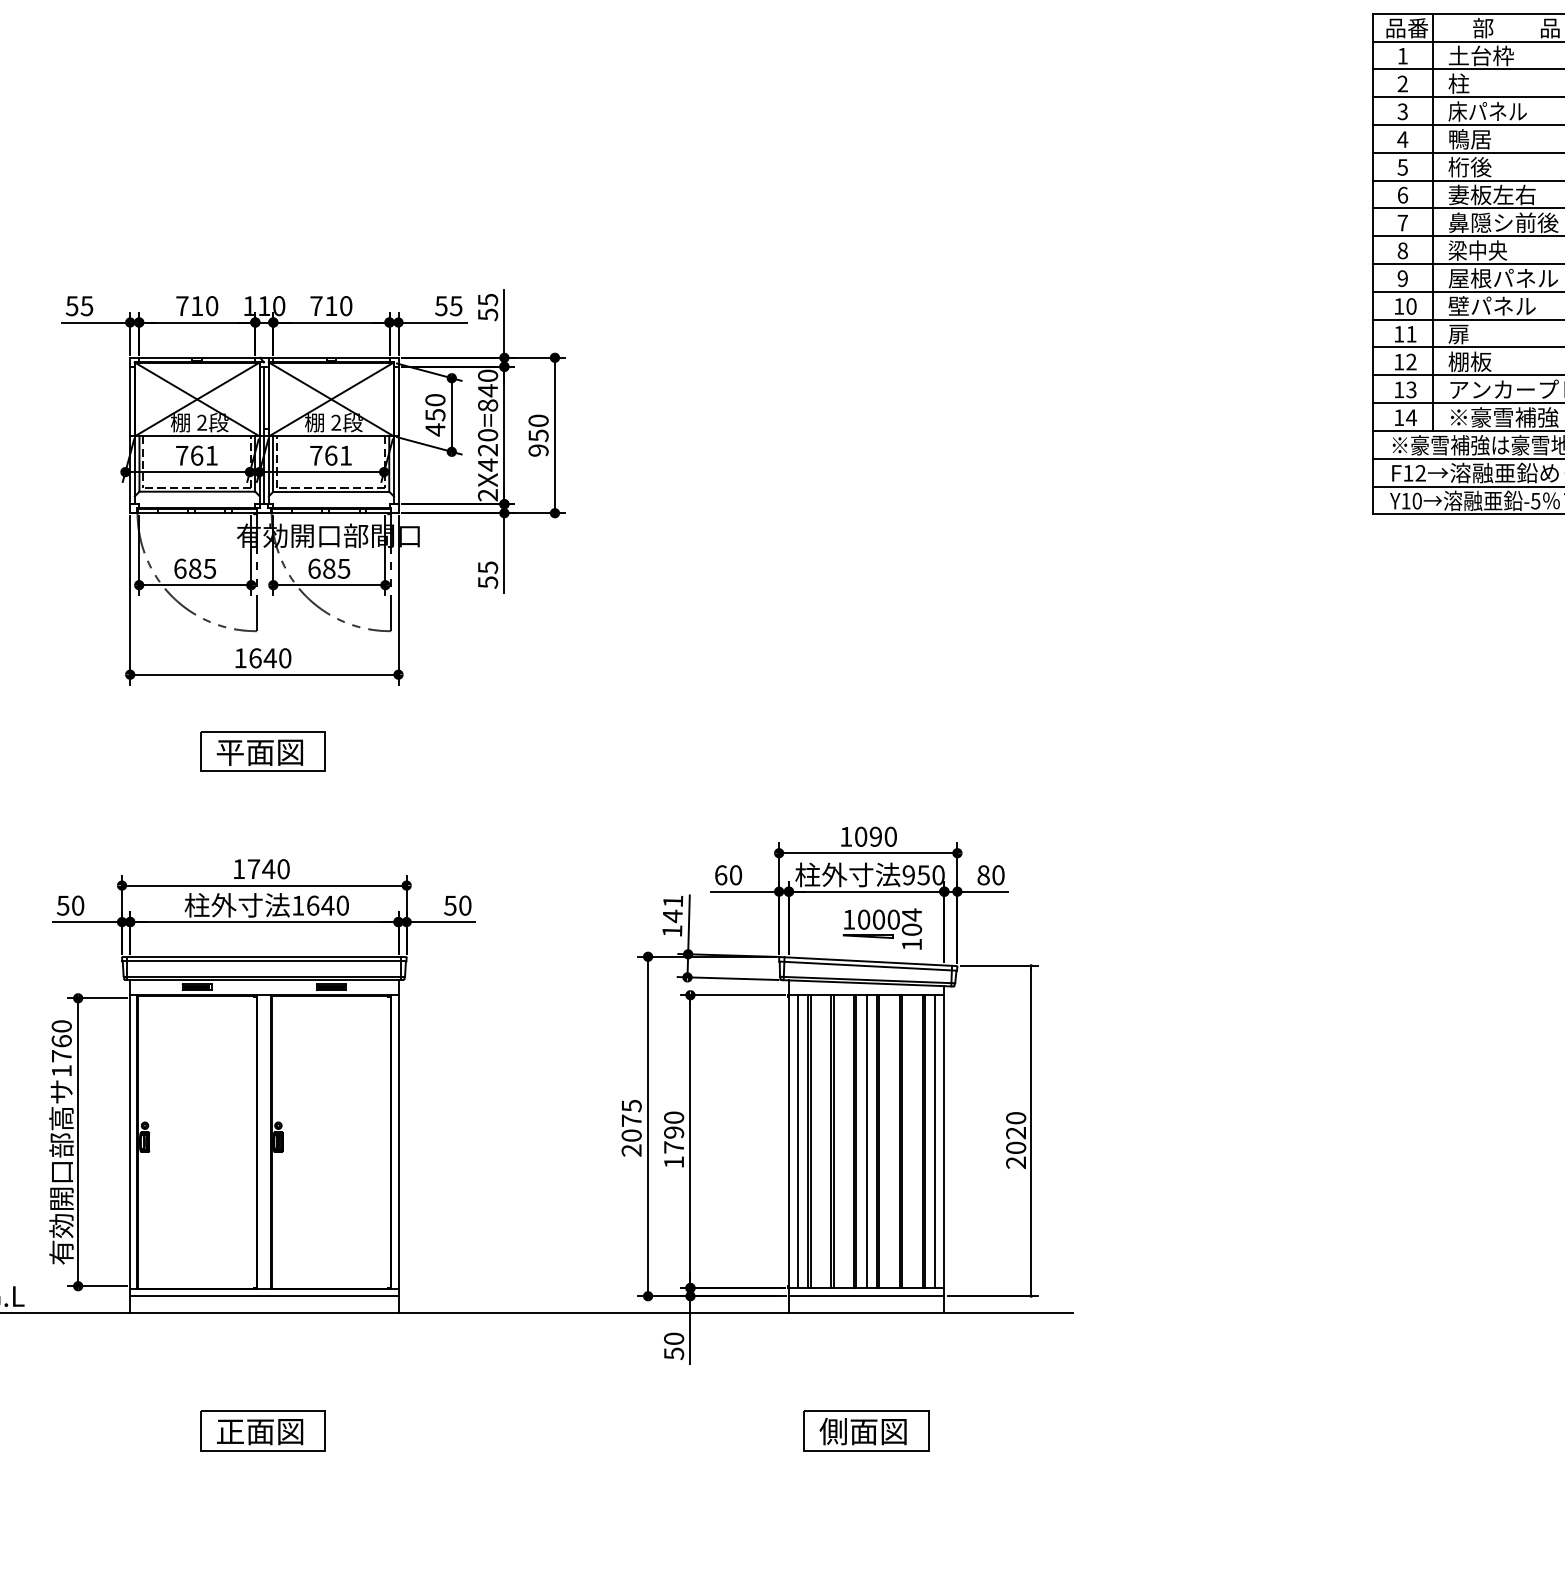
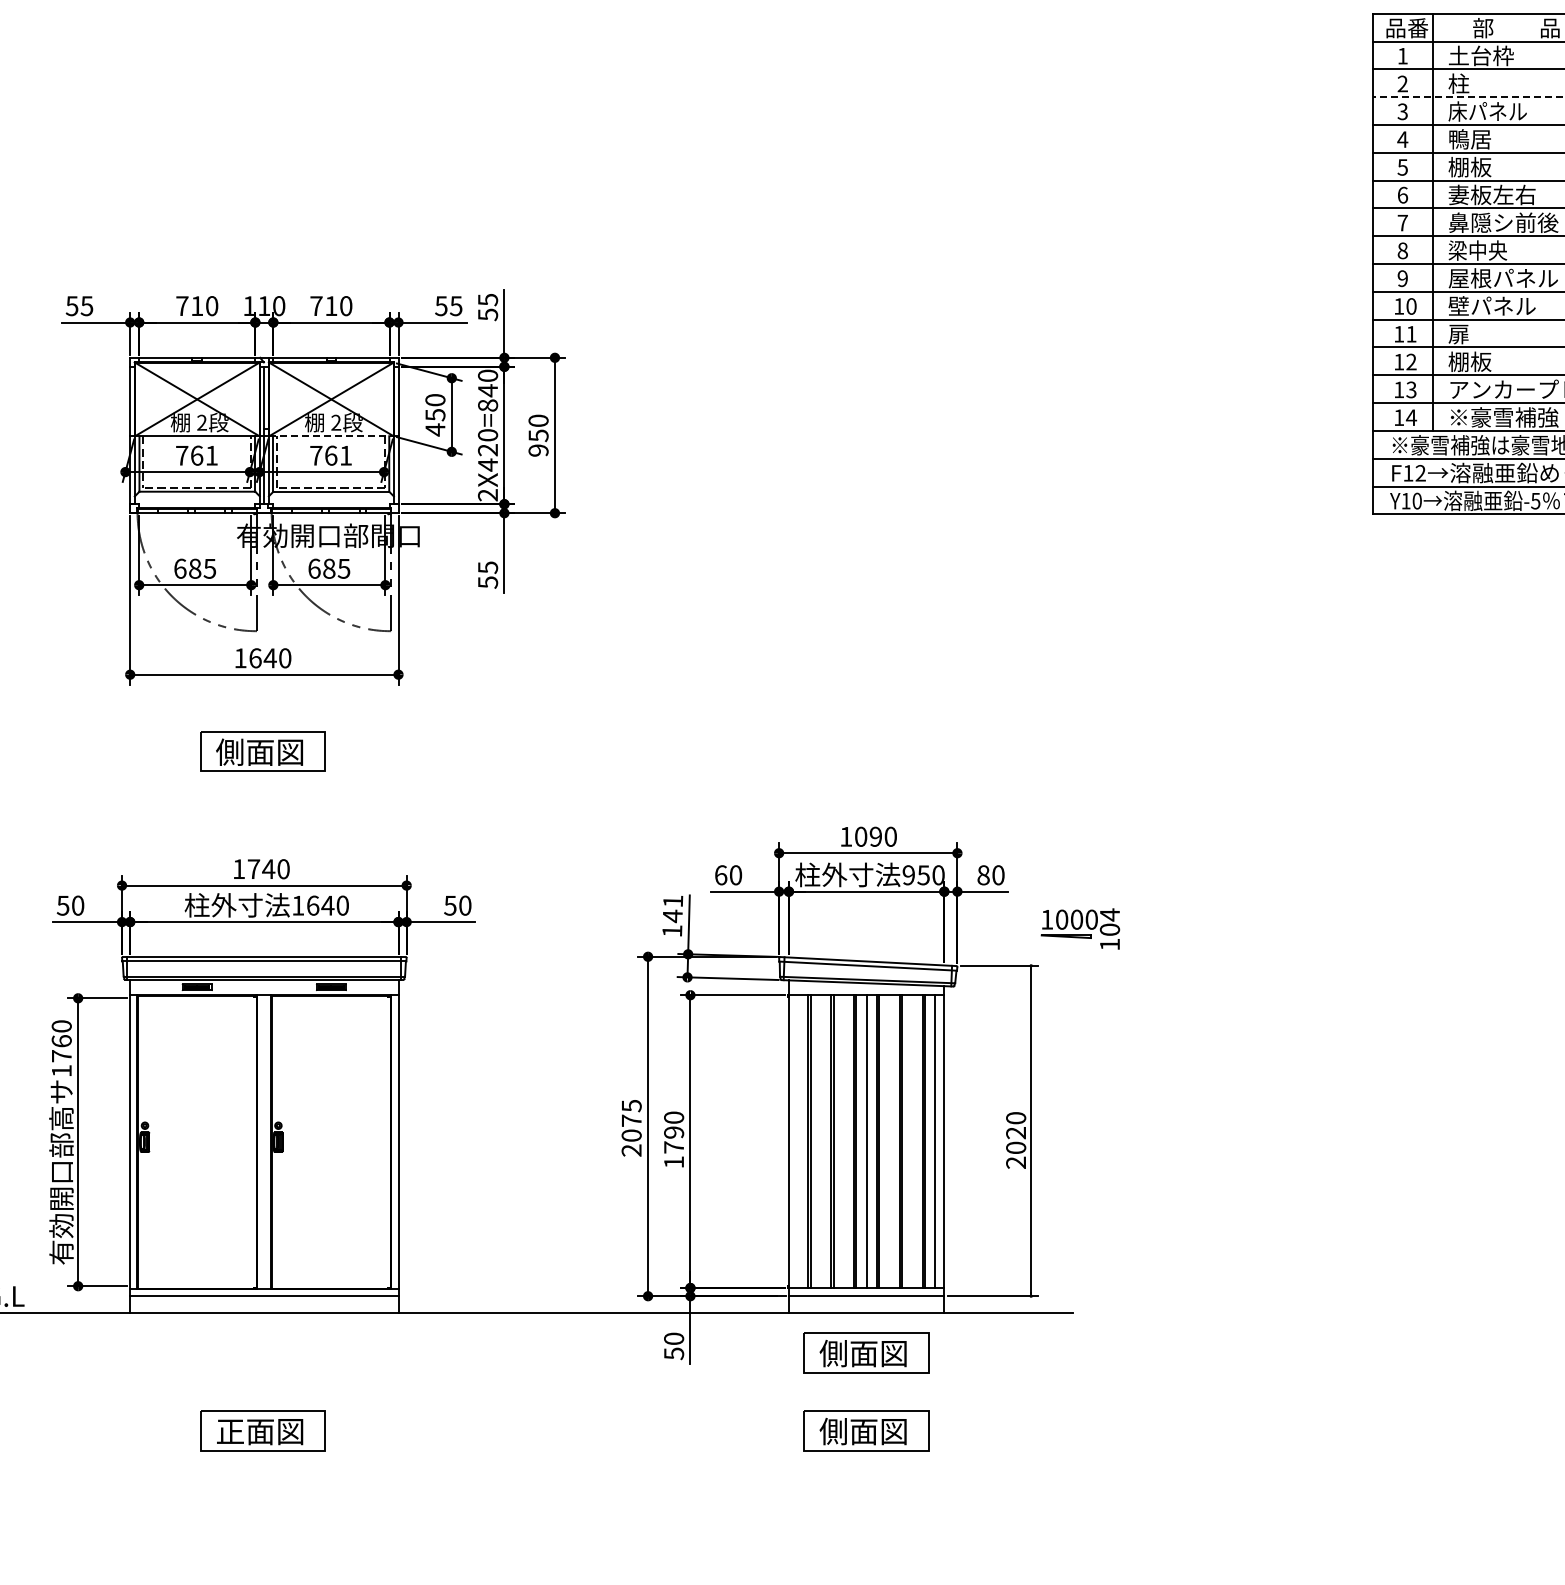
line at (1469, 97): solid -> dashed
text at (1469, 167): 桁後 -> 棚板
line at (331, 436): solid -> dashed
text at (229, 751): 平面図 -> 側面図
part at (882, 928) position: (882, 928) -> (1080, 928)
line at (797, 1141): present -> none
part at (866, 1352): none -> present
